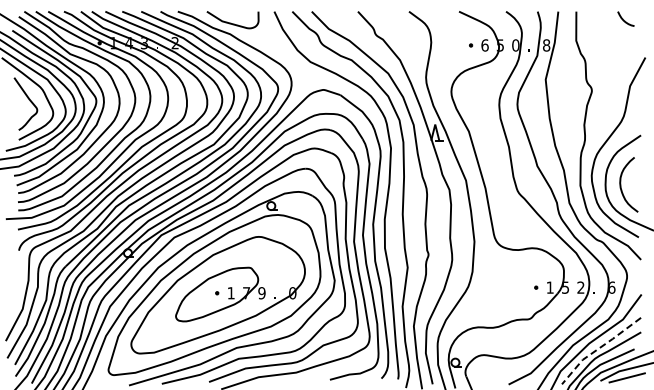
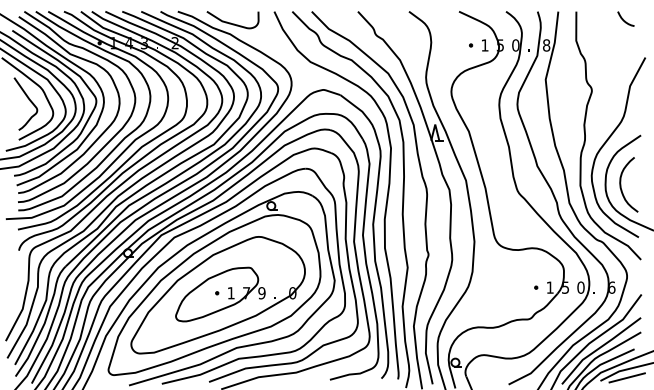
text at (484, 45): 6 -> 1
text at (580, 287): 2 -> 0
line at (598, 348): dashed -> solid
